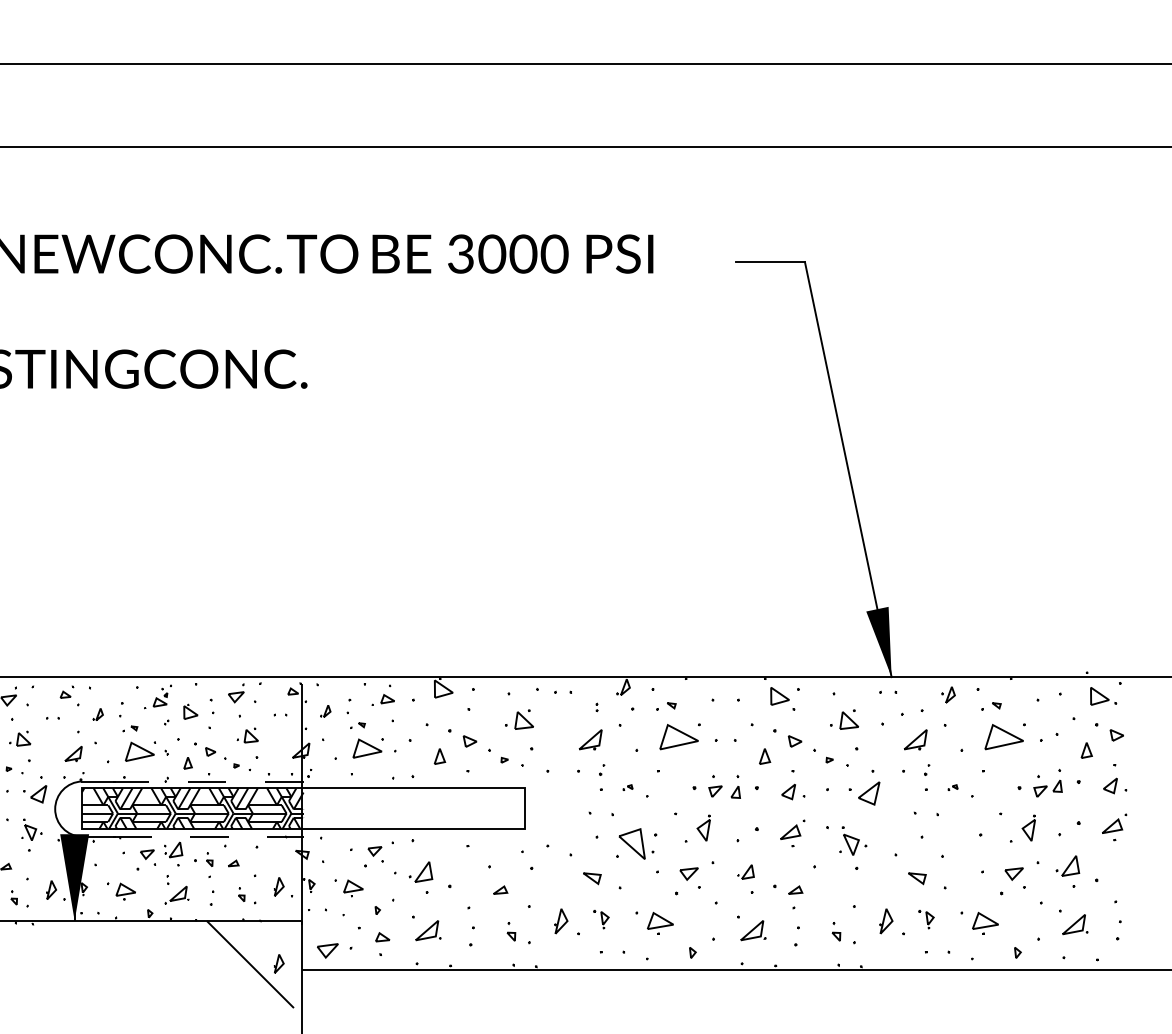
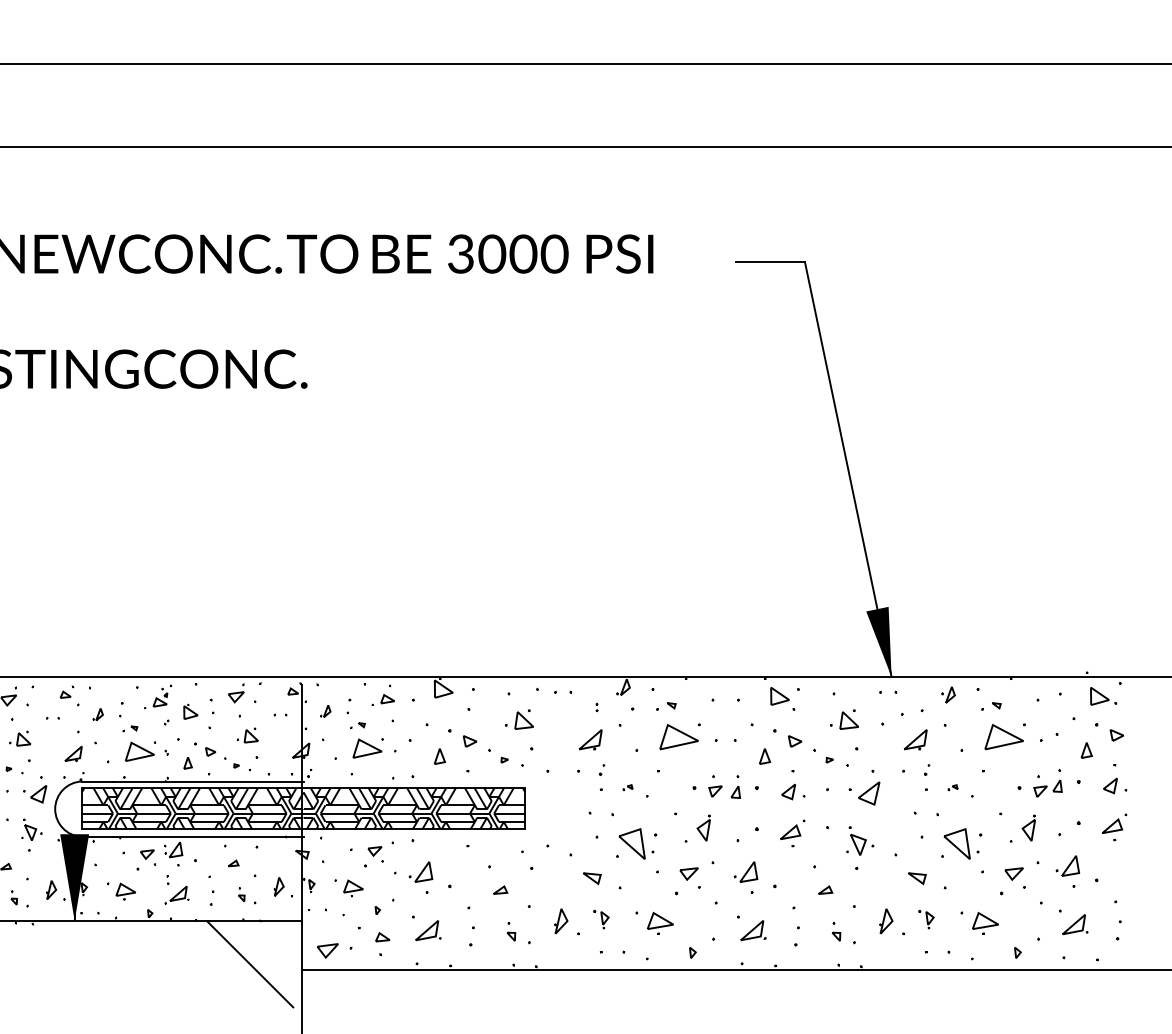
line at (207, 781): dashed -> solid
hatch at (414, 808): none -> present
line at (208, 836): dashed -> solid
part at (853, 840) position: (853, 840) -> (860, 840)
part at (961, 843): none -> present
part at (209, 859): present -> none
part at (745, 871) size: 18x16 px -> 26x22 px
part at (795, 889) position: (795, 889) -> (825, 889)
part at (278, 963): present -> none
